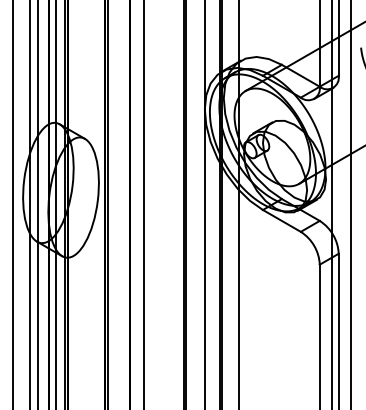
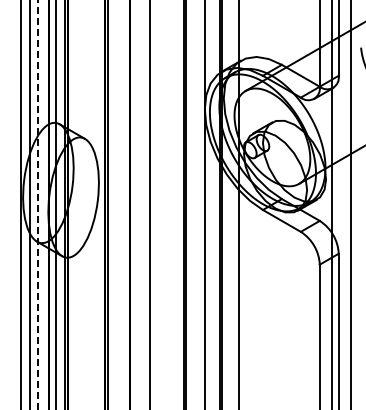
line at (12, 204) position: (12, 204) -> (20, 204)
line at (143, 204) position: (143, 204) -> (149, 204)
line at (38, 205): solid -> dashed
